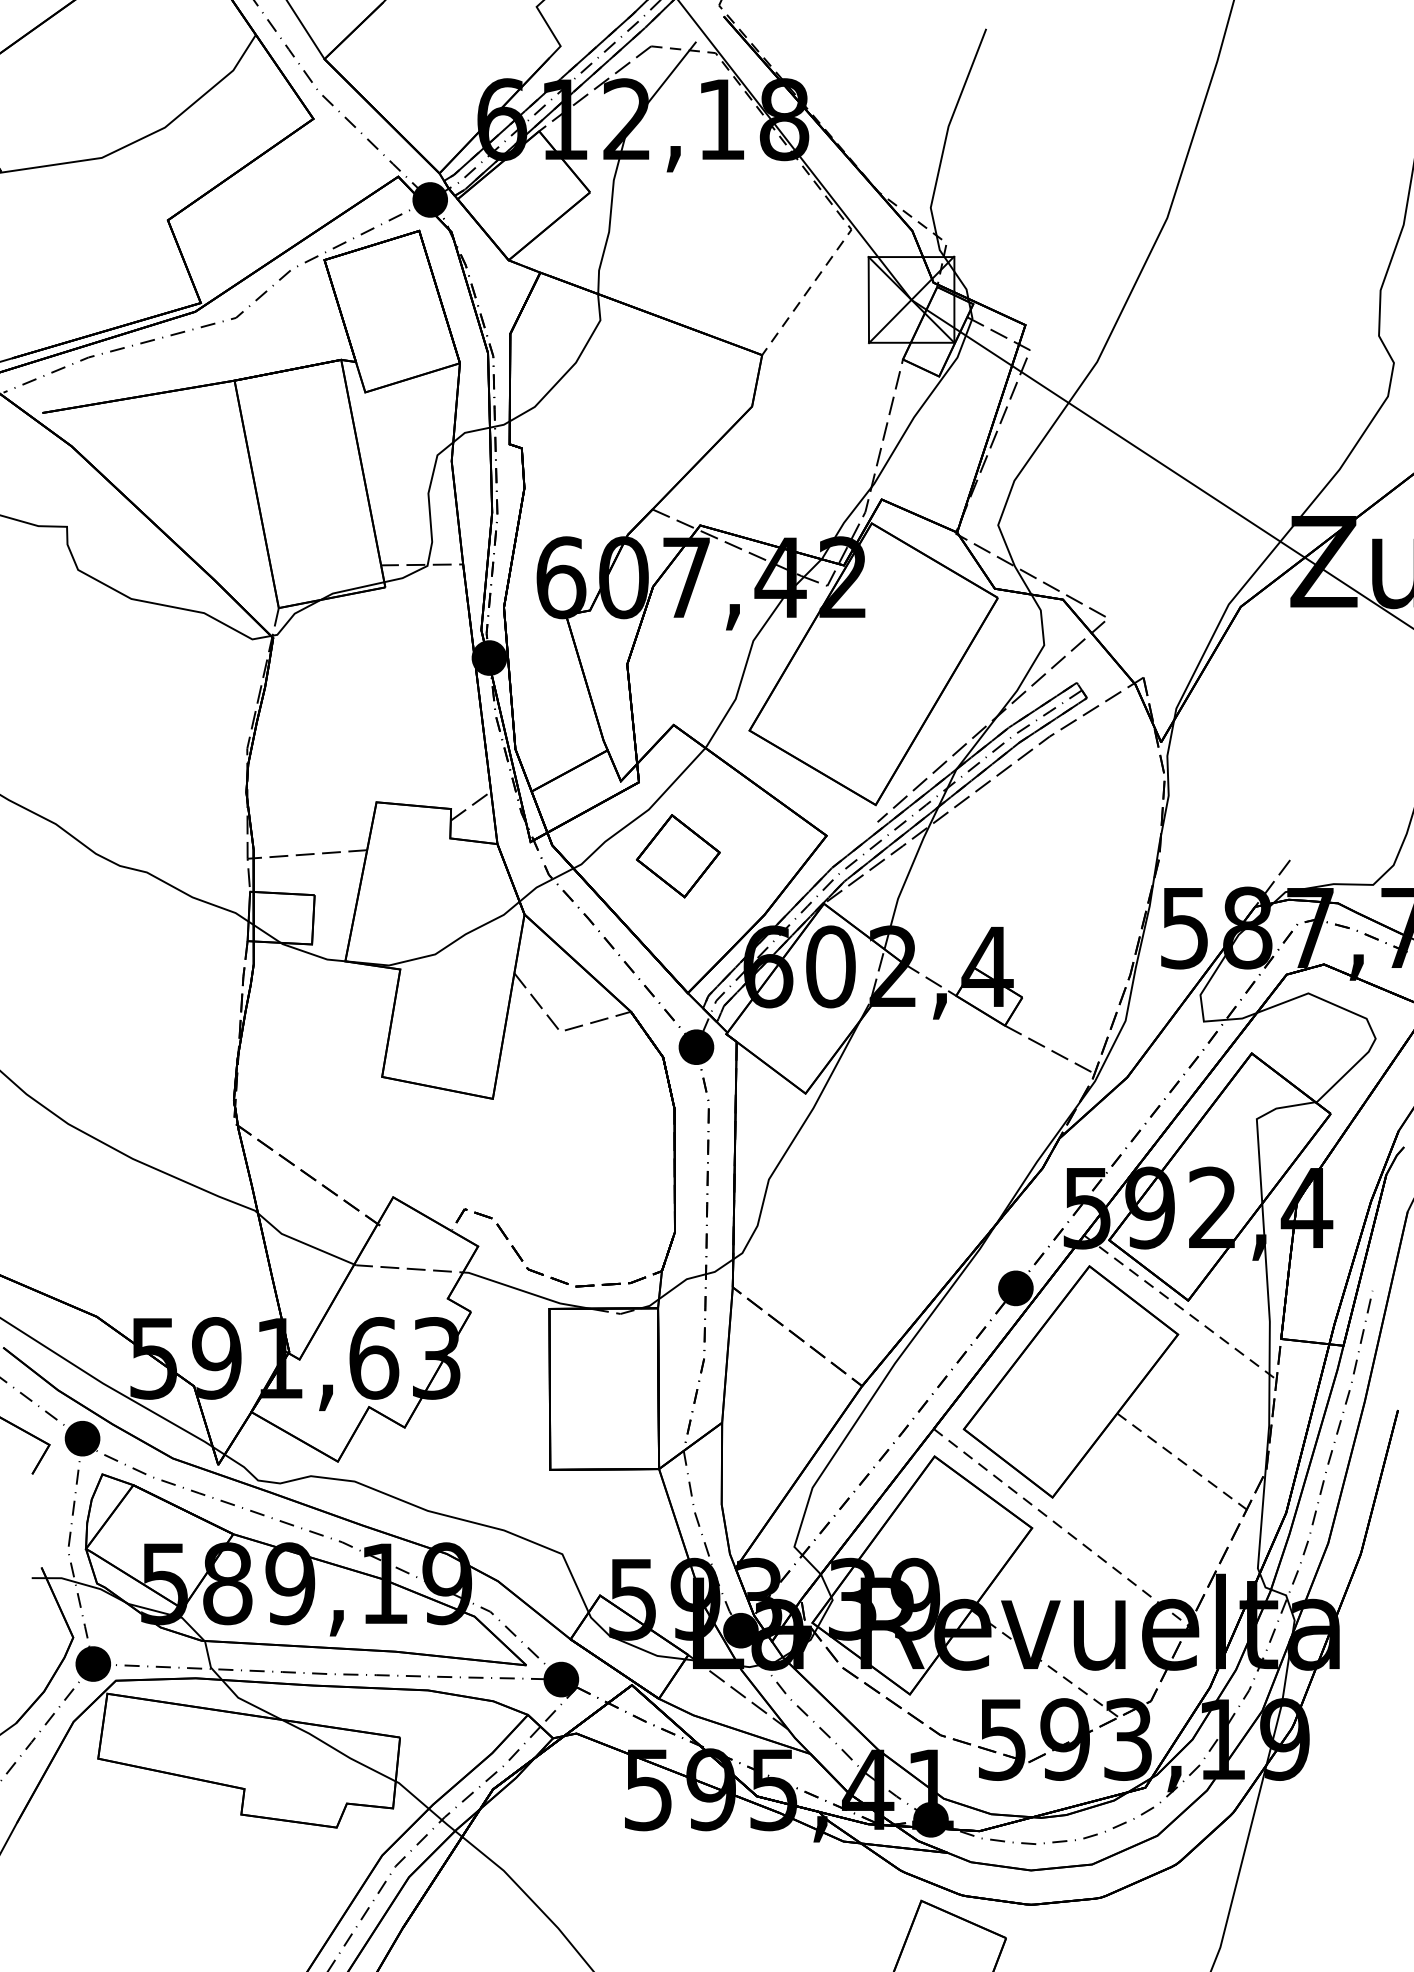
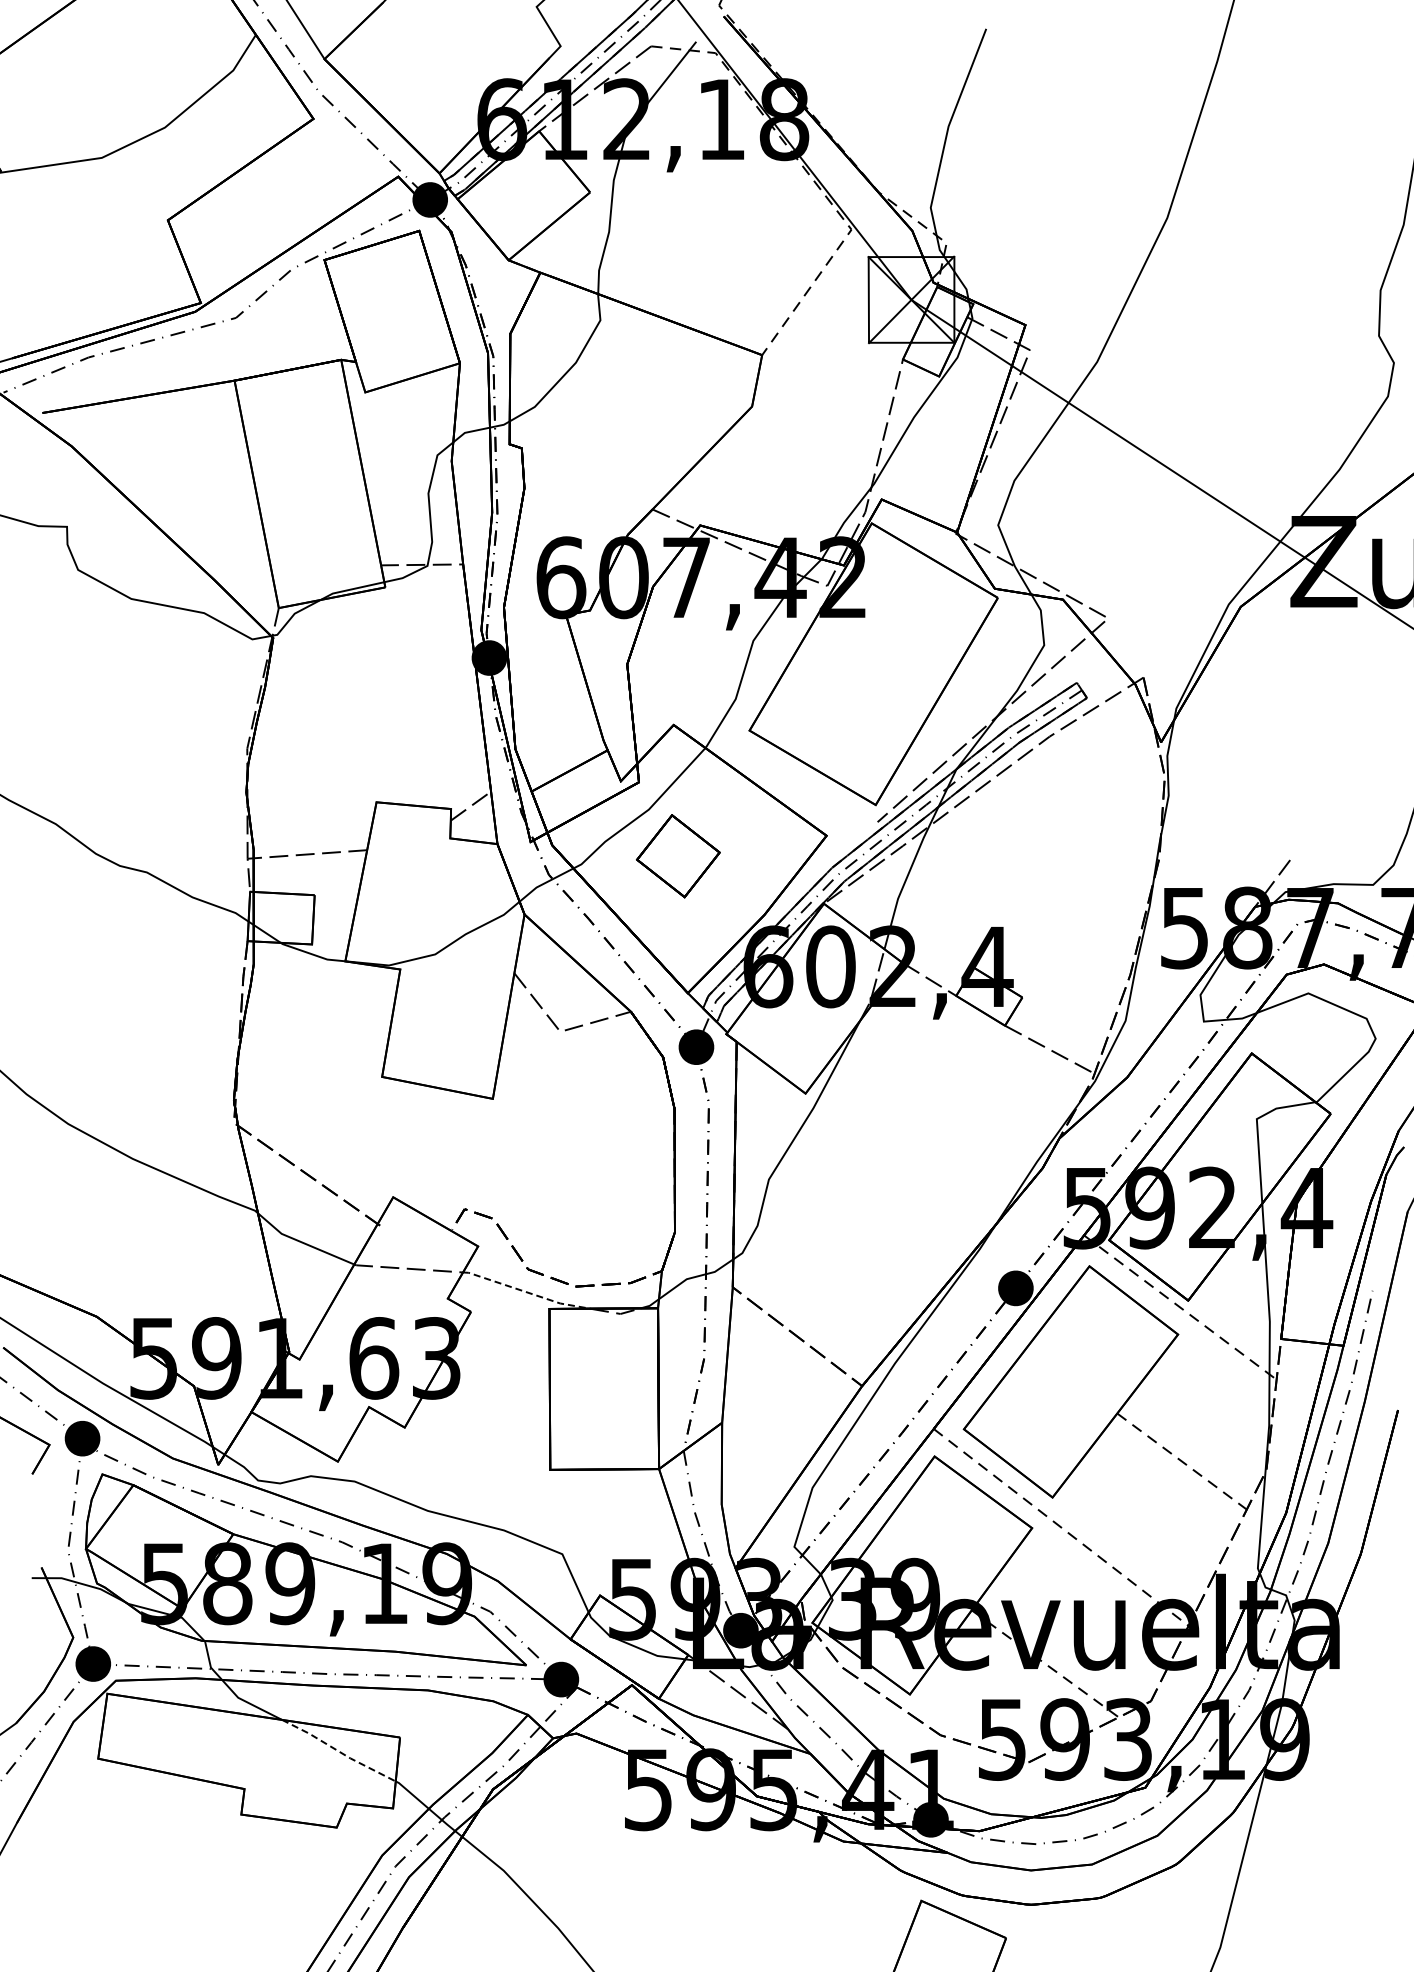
line at (526, 1292): solid -> dashed
line at (338, 1751): solid -> dashed
